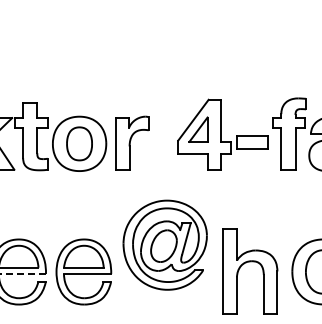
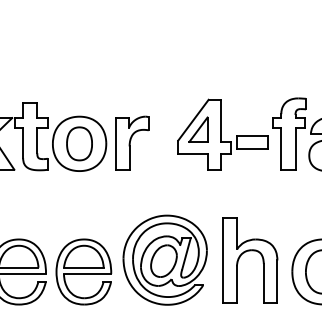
part at (164, 244) position: (164, 244) -> (164, 259)
part at (246, 263) position: (246, 263) -> (246, 252)
line at (23, 274): dashed -> solid
